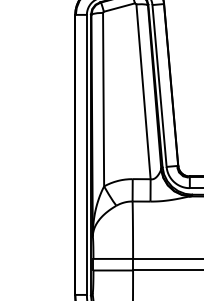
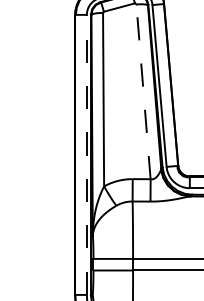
line at (143, 91): solid -> dashed
line at (86, 154): solid -> dashed
